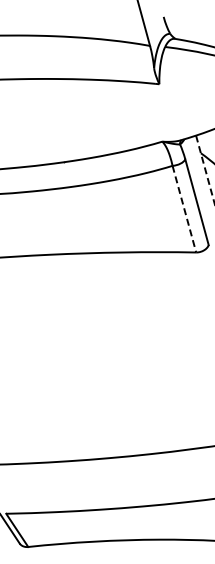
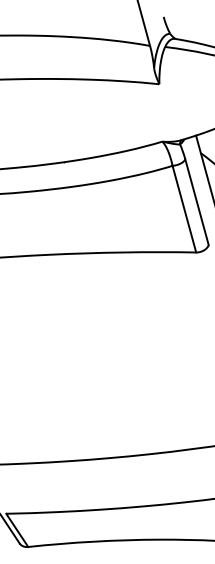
line at (205, 170): dashed -> solid
line at (184, 209): dashed -> solid
